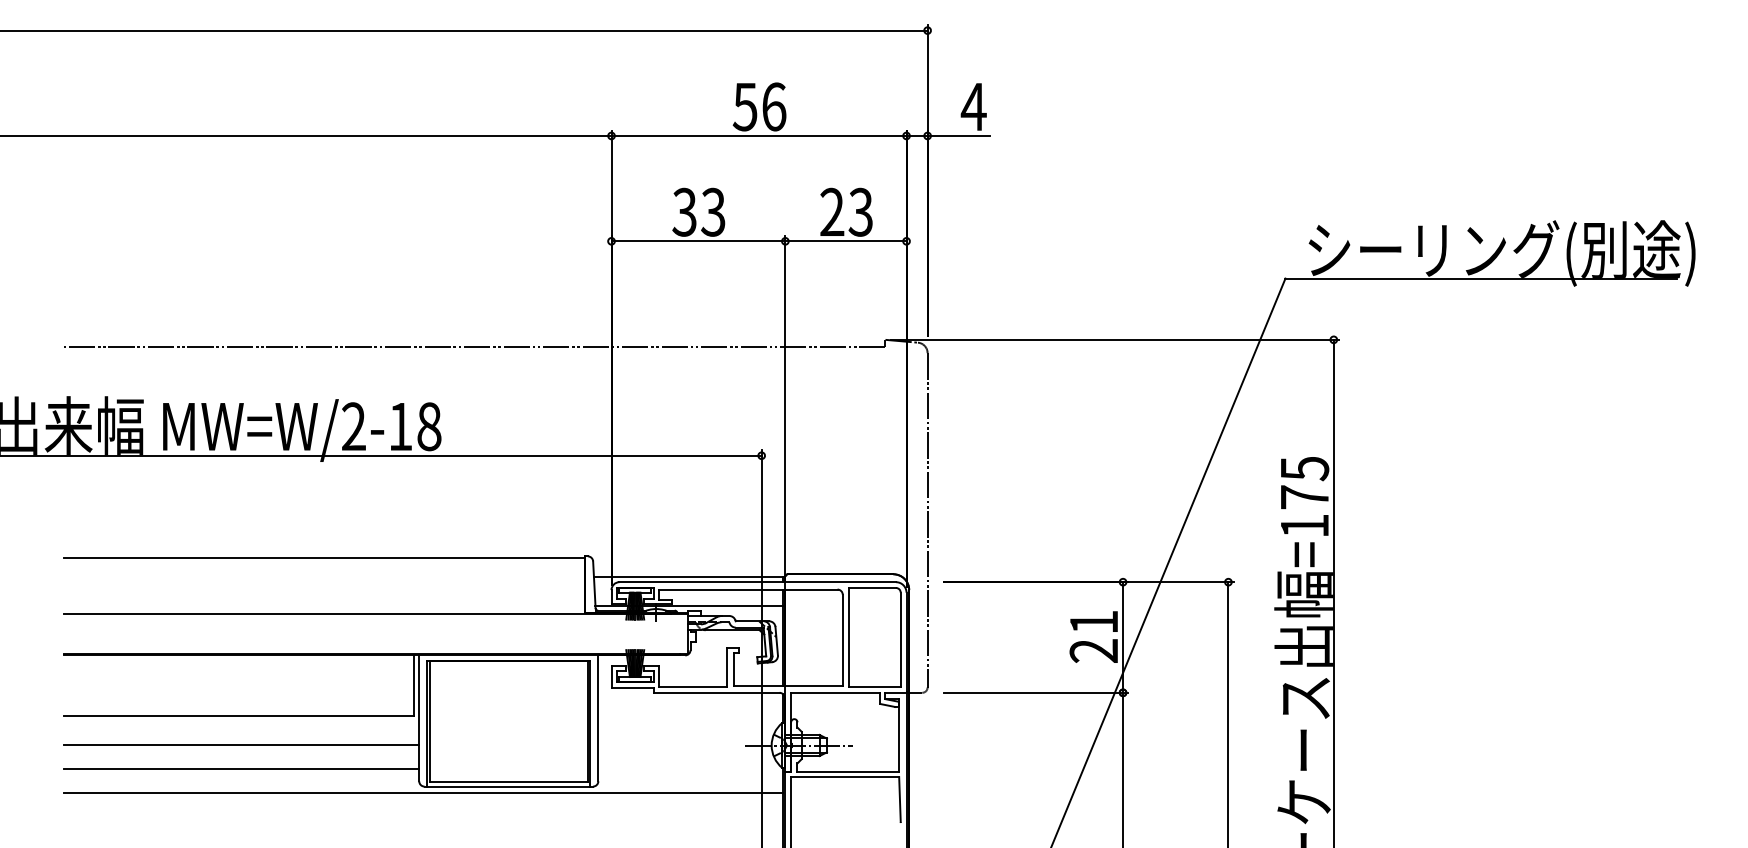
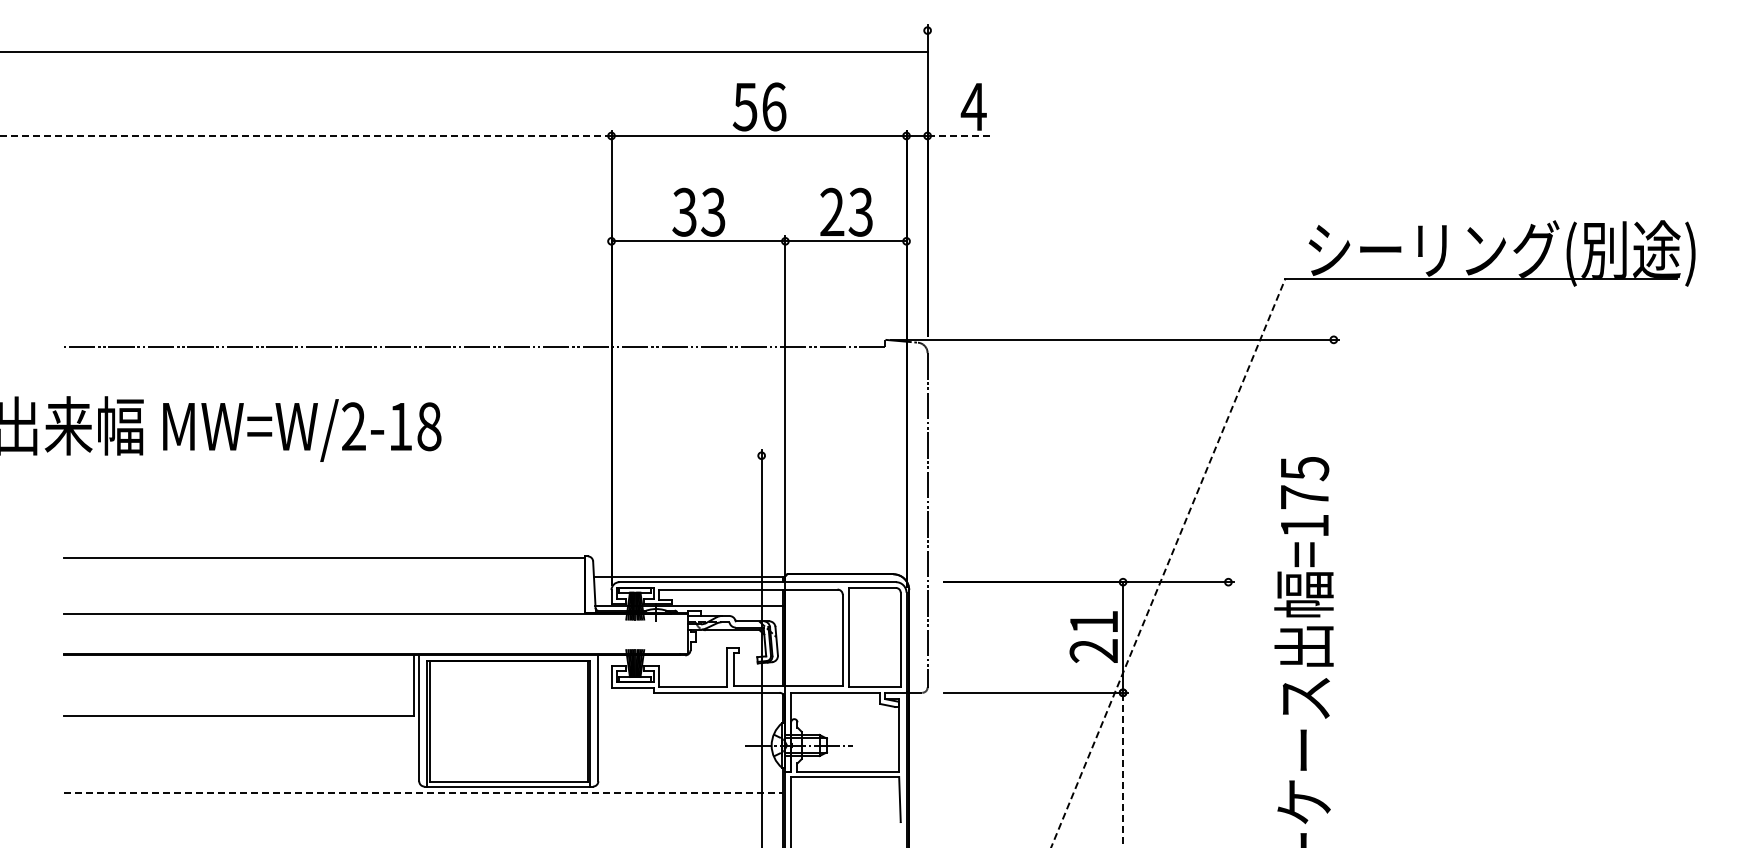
line at (464, 30) position: (464, 30) -> (464, 51)
line at (305, 135): solid -> dashed
line at (959, 135): solid -> dashed
line at (381, 455): present -> none
line at (1168, 562): solid -> dashed
line at (1333, 591): present -> none
line at (1228, 713): present -> none
line at (241, 744): present -> none
line at (241, 768): present -> none
line at (1123, 769): solid -> dashed
line at (423, 792): solid -> dashed
